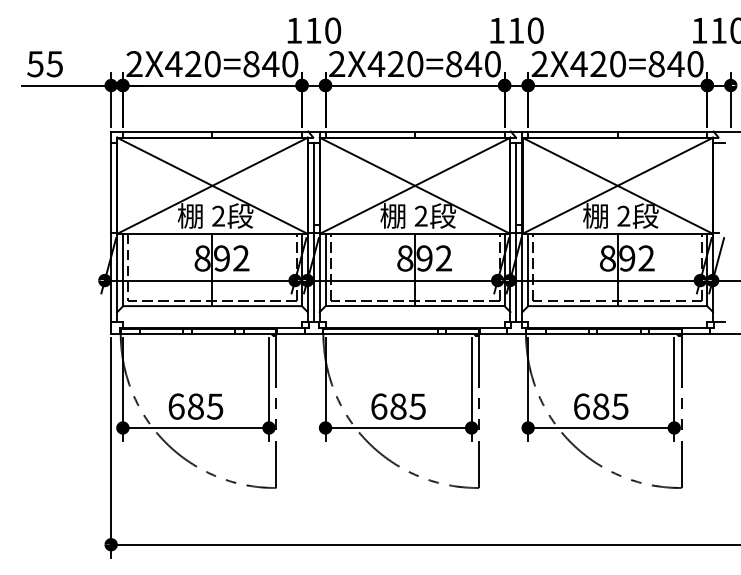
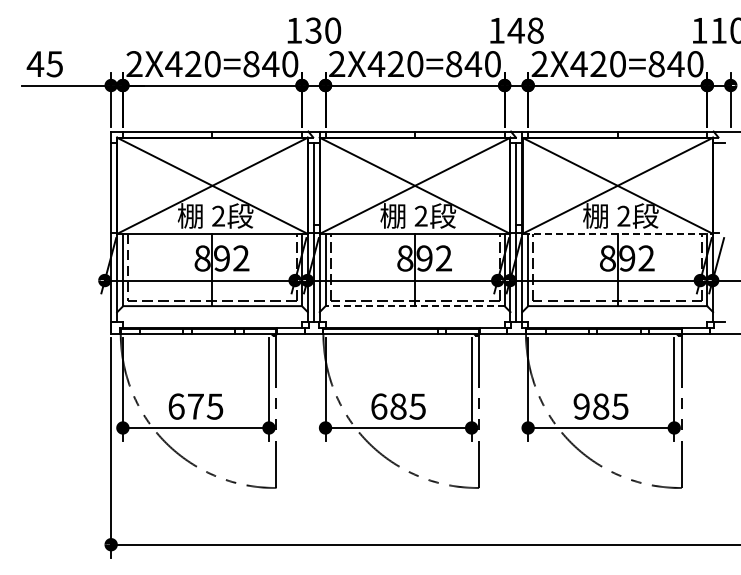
text at (313, 30): 110 -> 130
text at (525, 30): 110 -> 148
text at (35, 64): 55 -> 45
line at (618, 233): solid -> dashed
line at (414, 306): solid -> dashed
text at (195, 406): 685 -> 675
text at (581, 406): 685 -> 985
